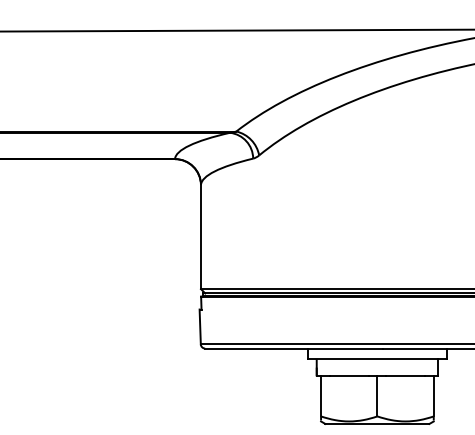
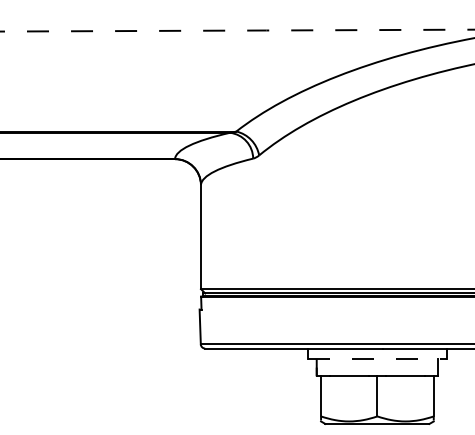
line at (238, 30): solid -> dashed
line at (377, 358): solid -> dashed
